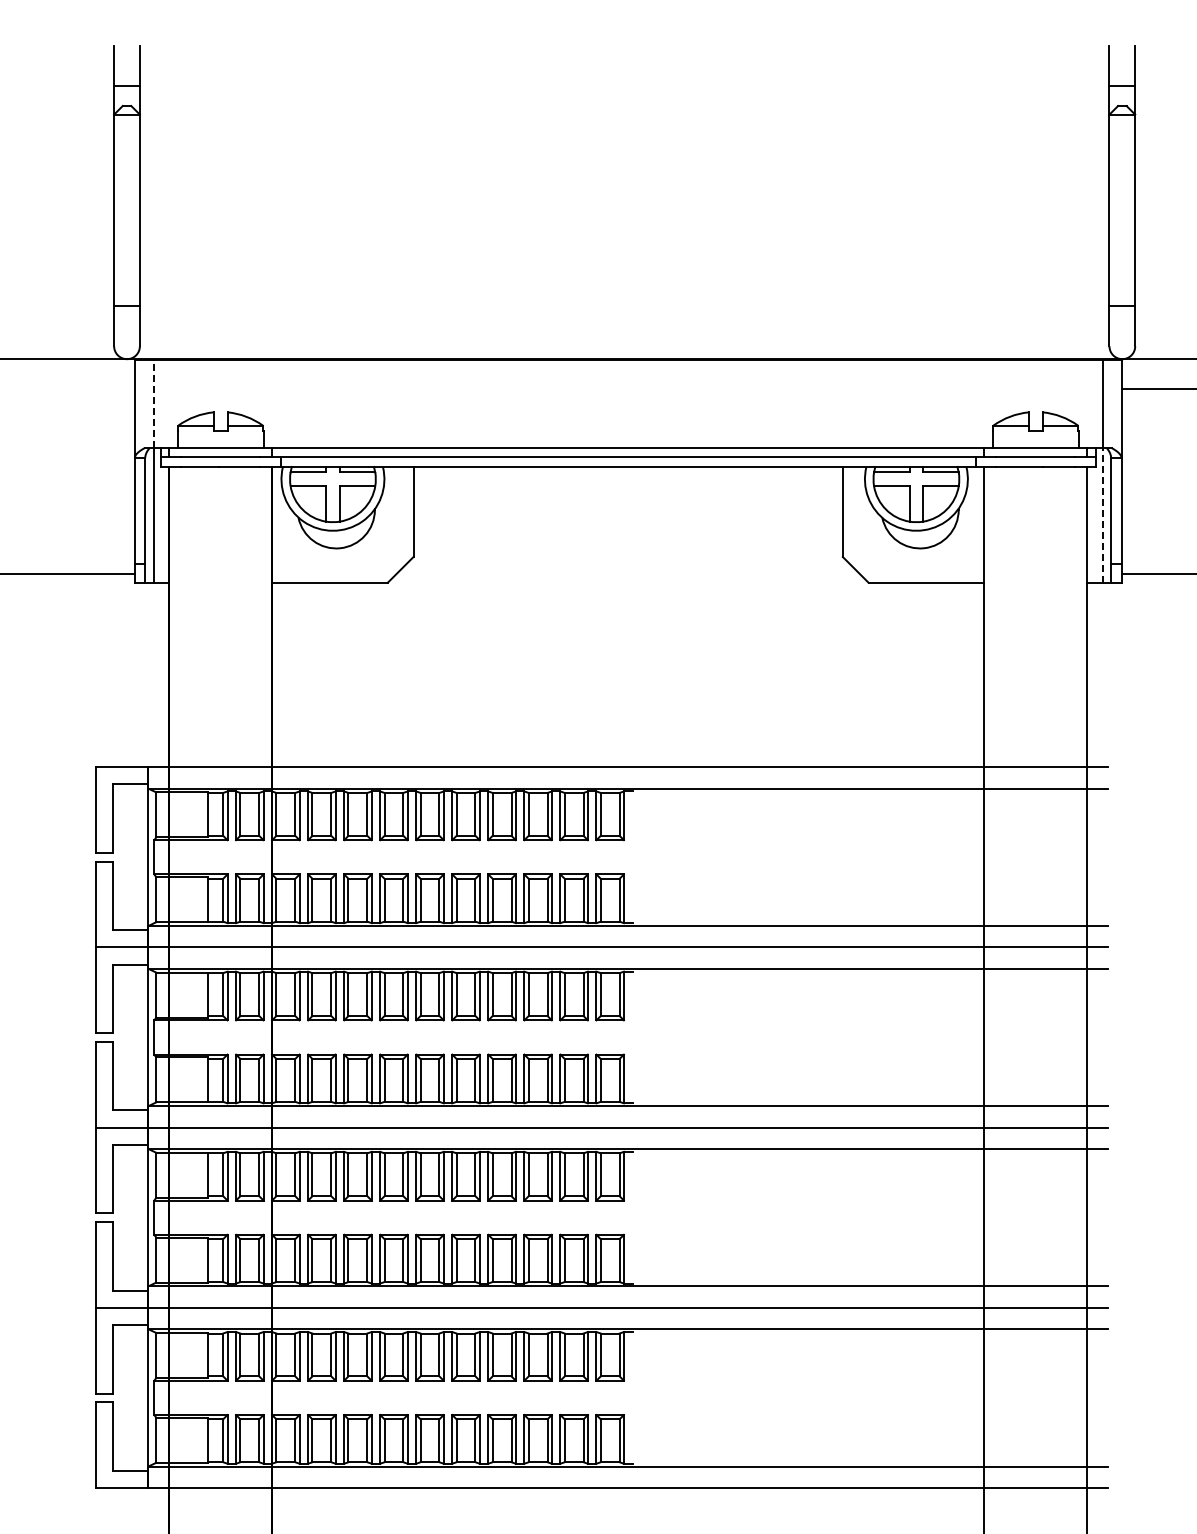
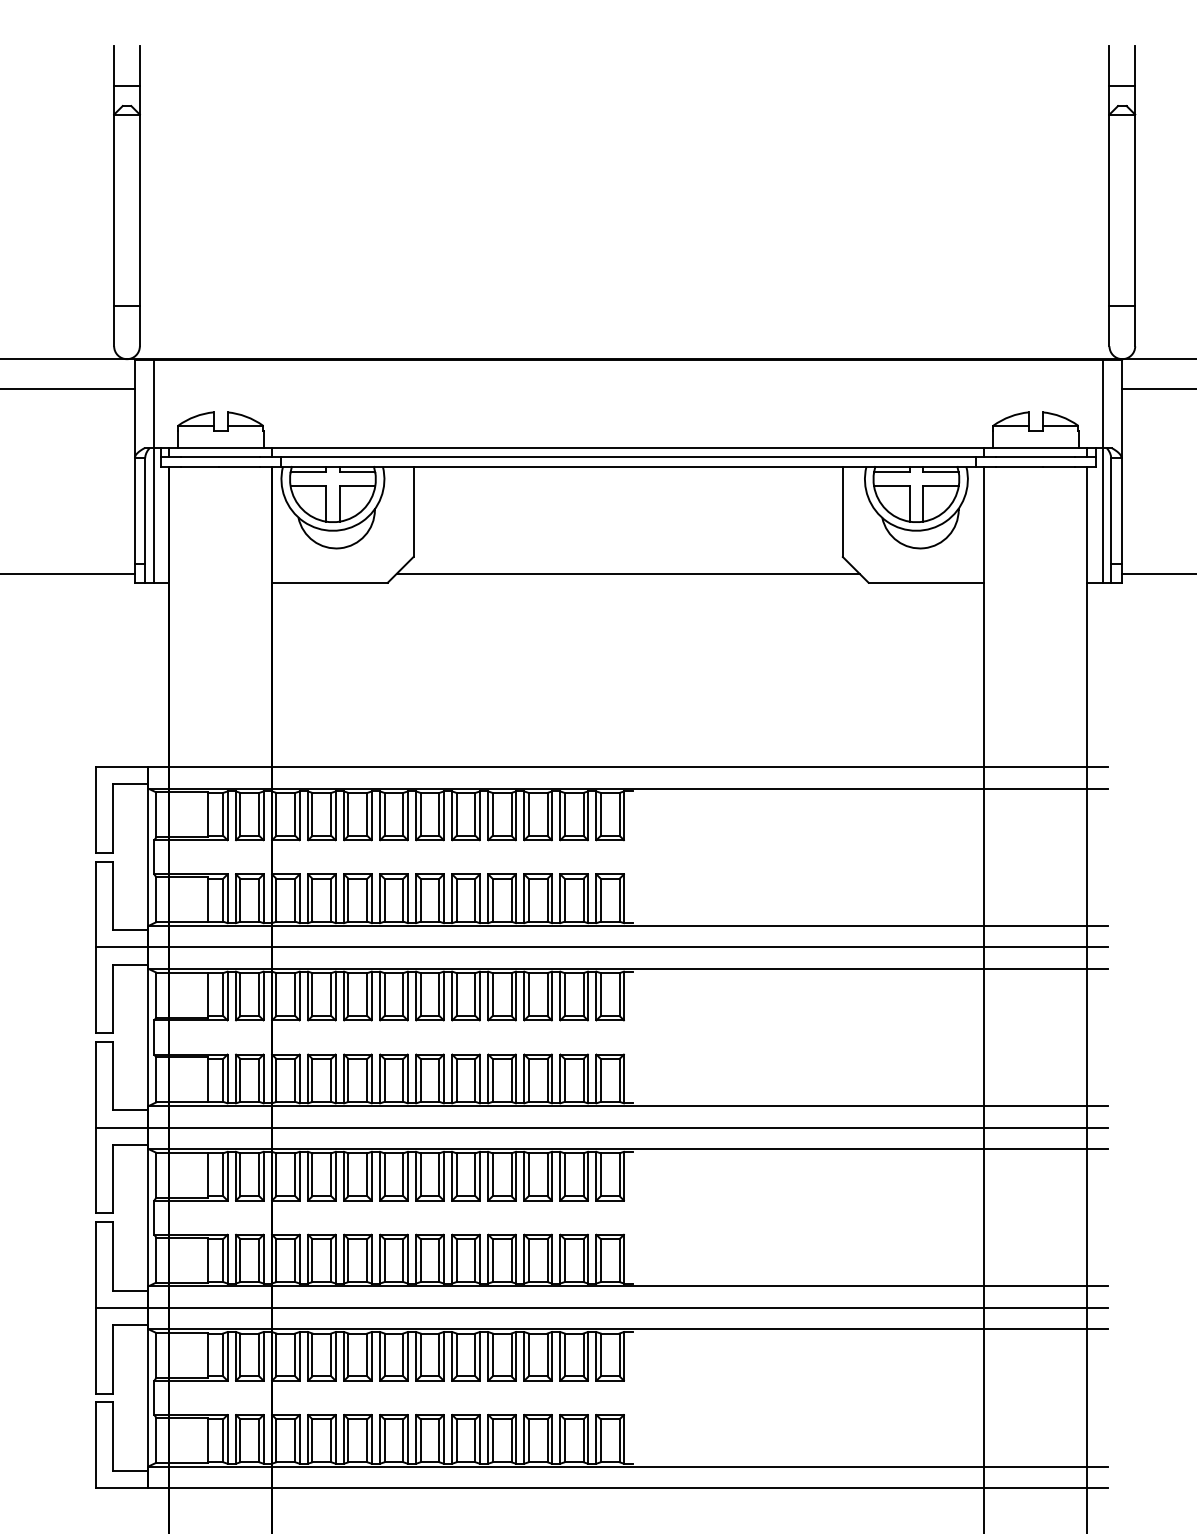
line at (68, 389): none -> present
line at (153, 403): dashed -> solid
line at (1102, 514): dashed -> solid
line at (627, 573): none -> present
